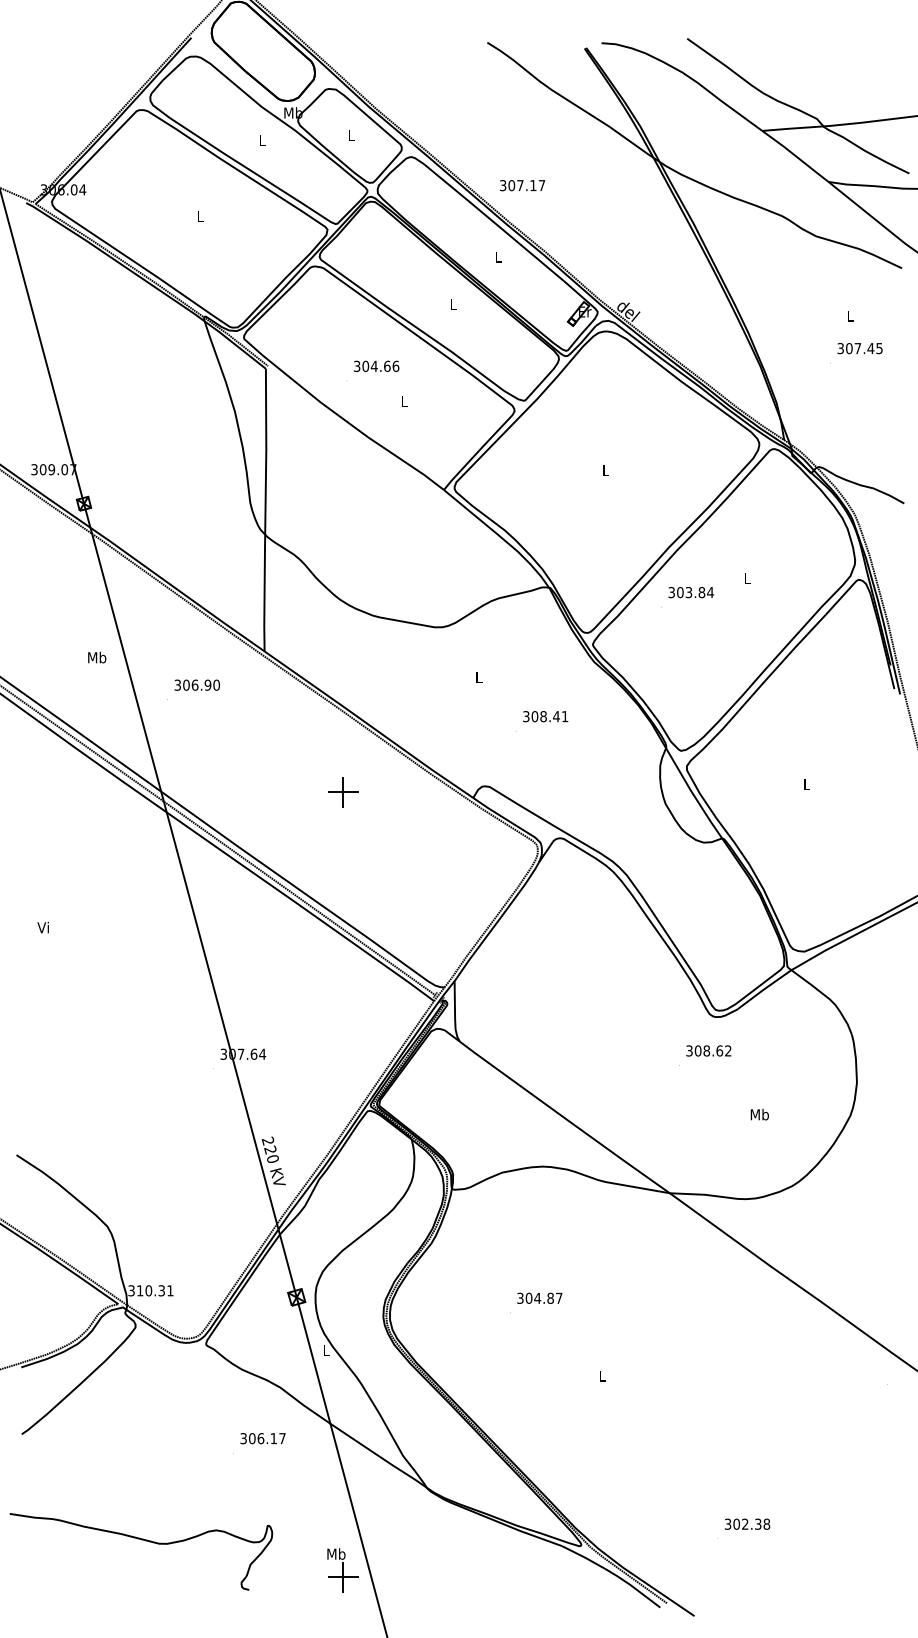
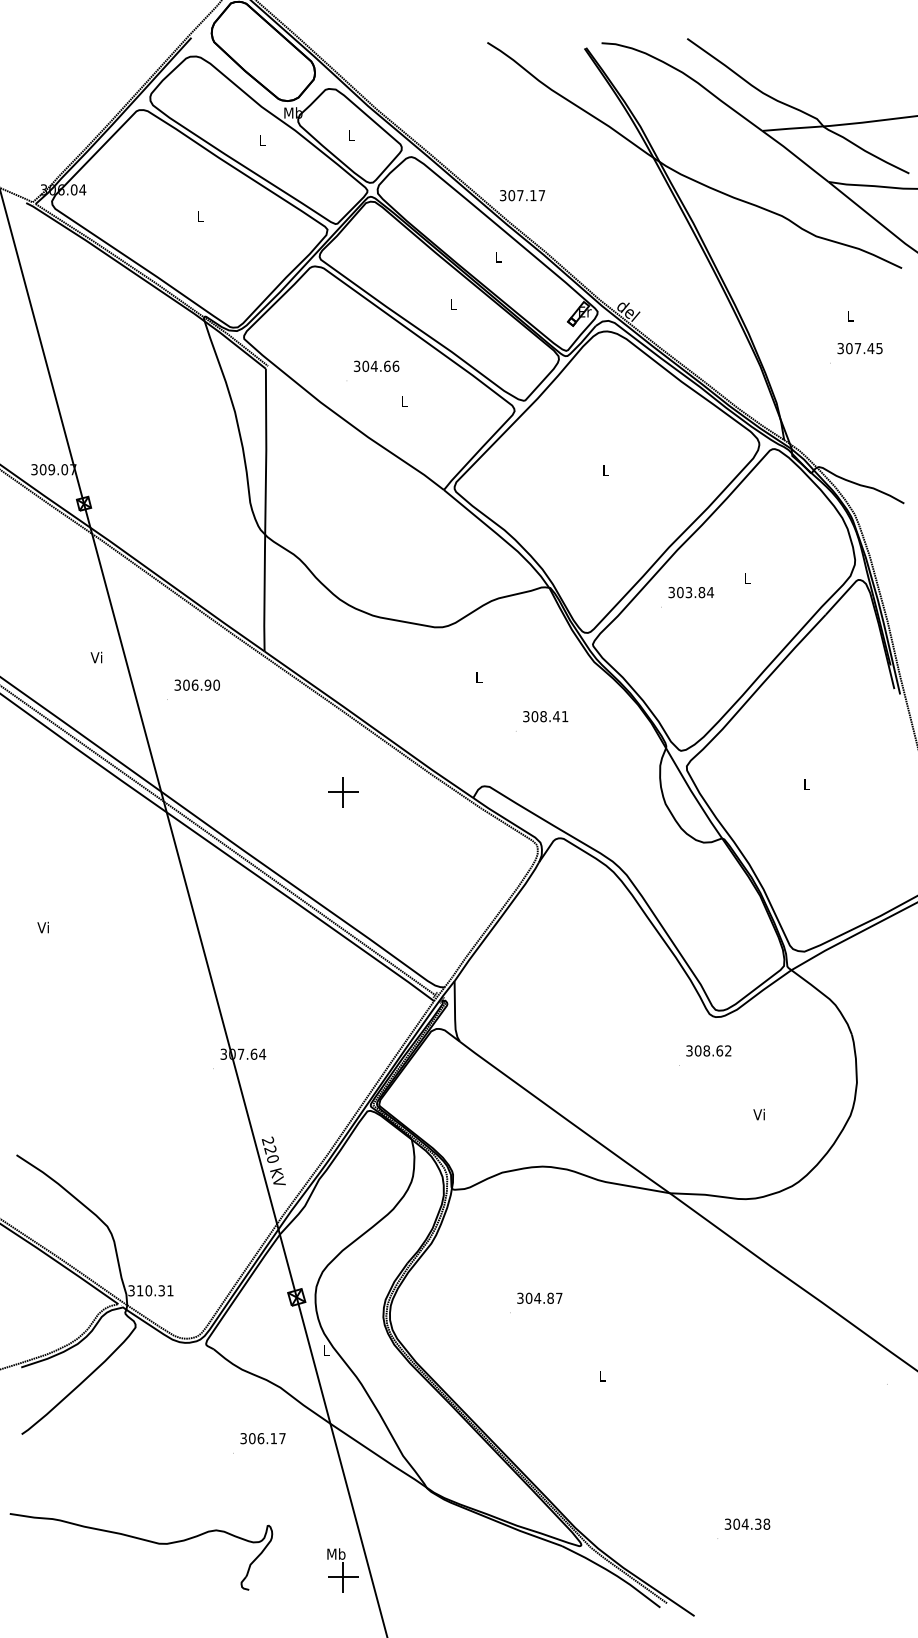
text at (522, 185) position: (522, 185) -> (522, 195)
text at (97, 657): Mb -> Vi
text at (759, 1114): Mb -> Vi
text at (744, 1523): 302.38 -> 304.38
